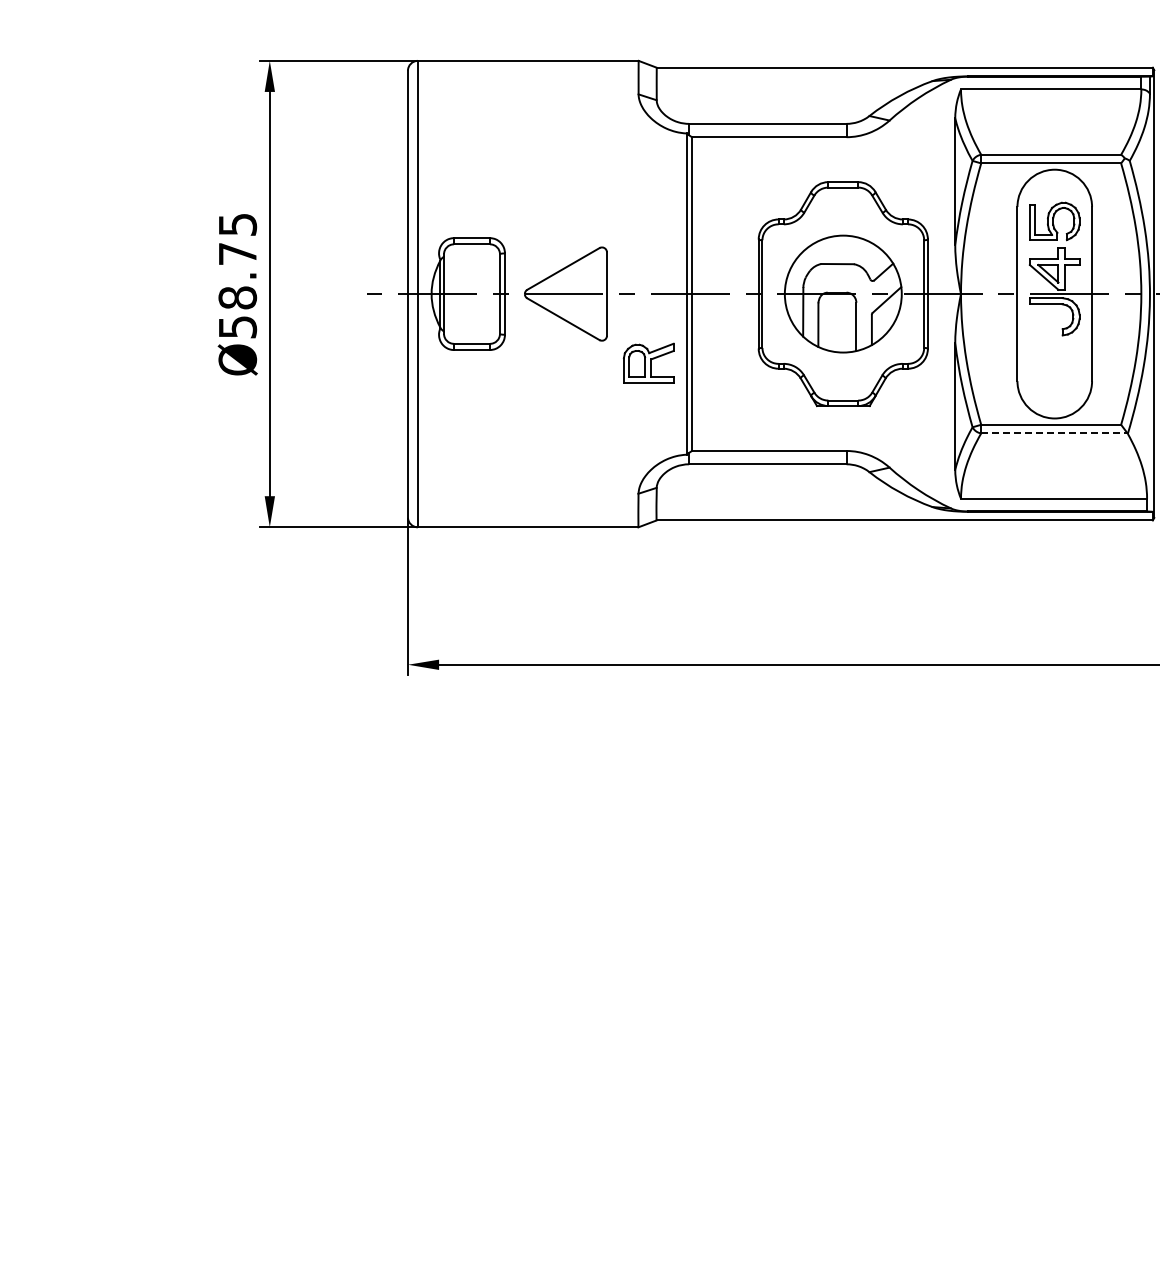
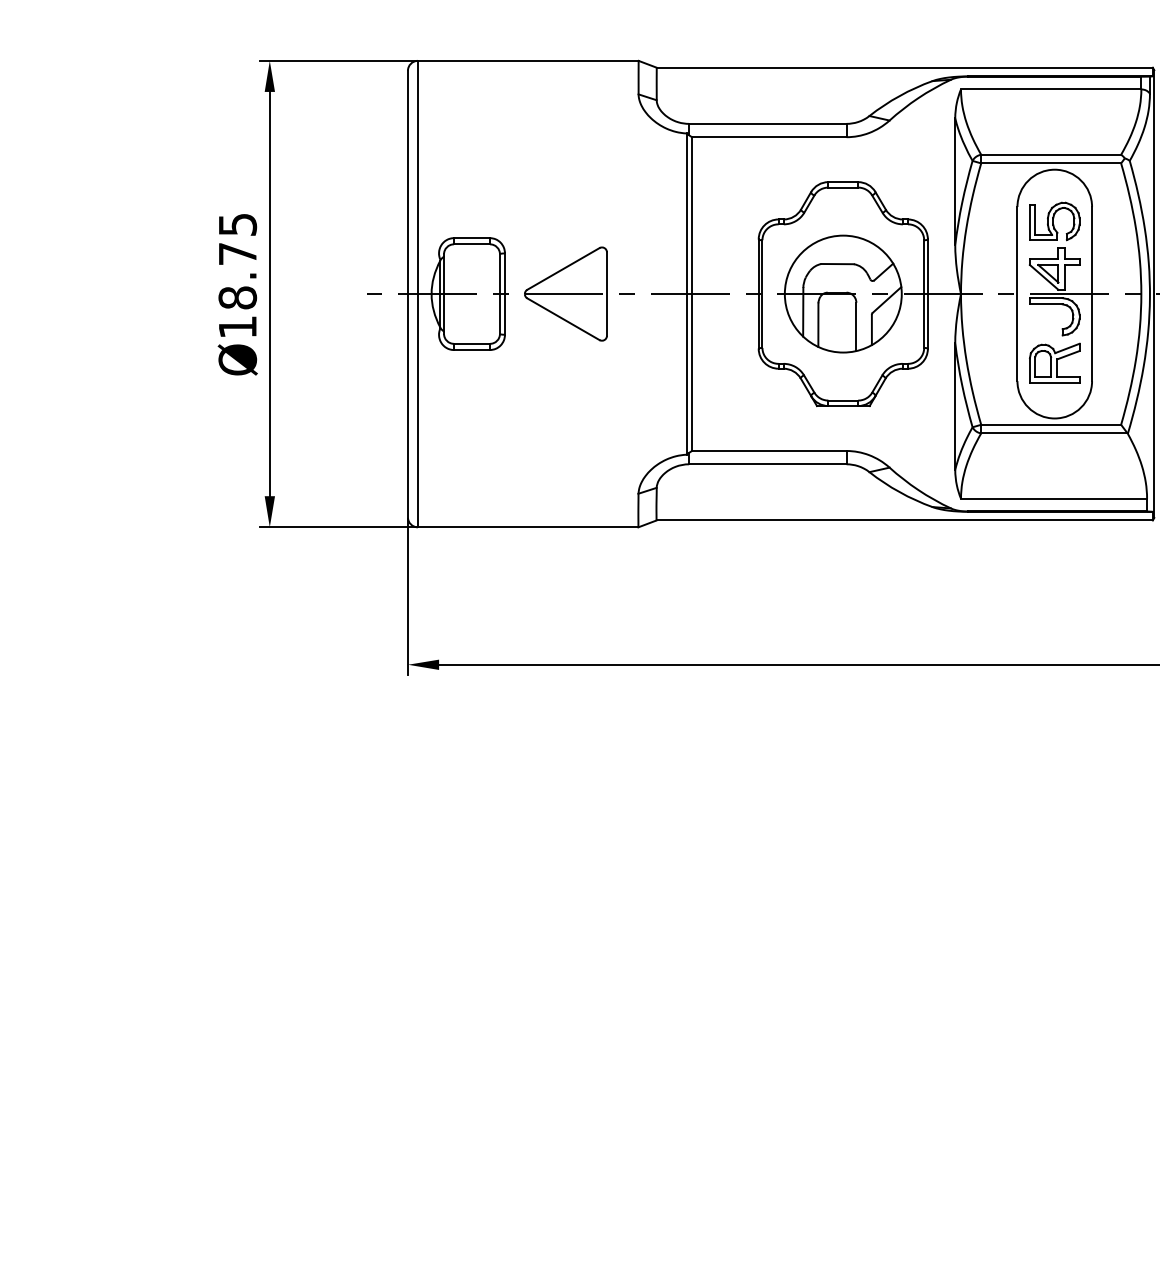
text at (238, 327): Ø58.75 -> Ø18.75
part at (648, 362) position: (648, 362) -> (1054, 362)
line at (1054, 433): dashed -> solid
